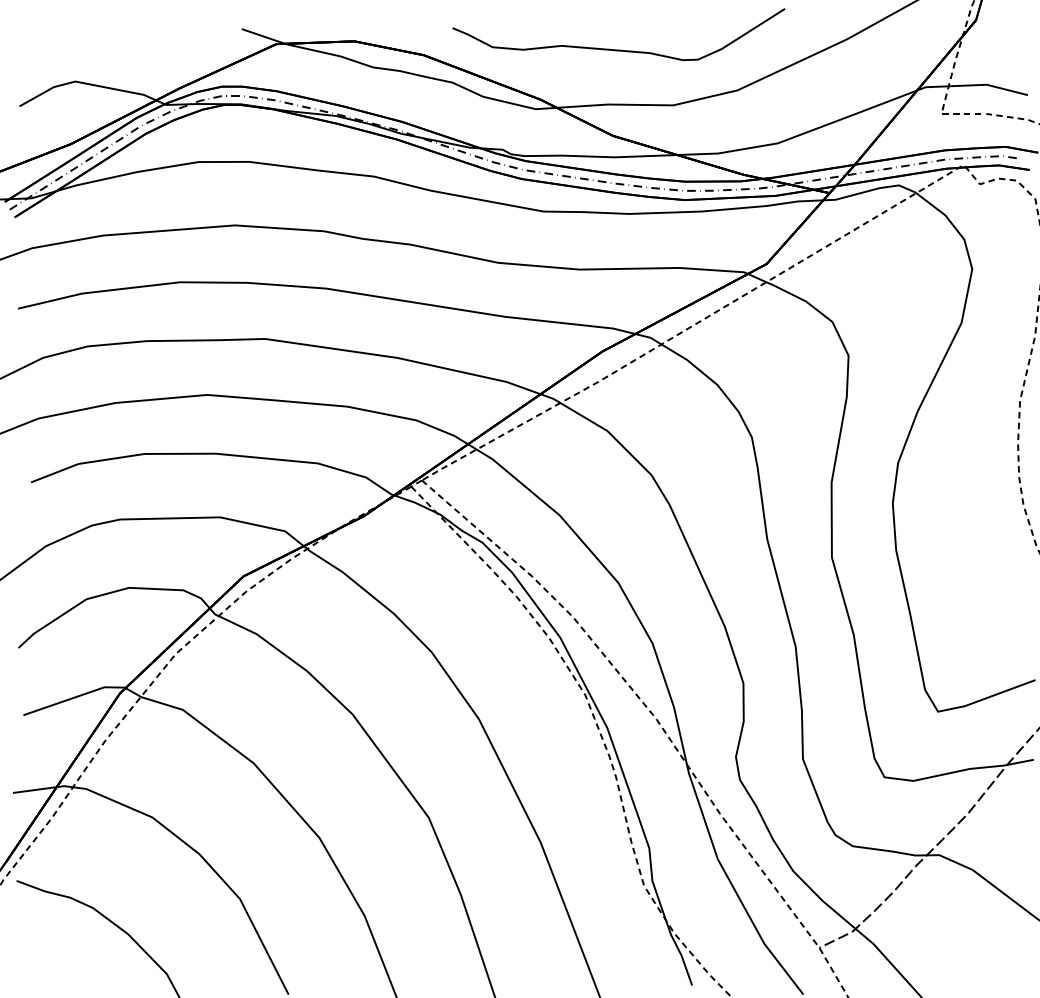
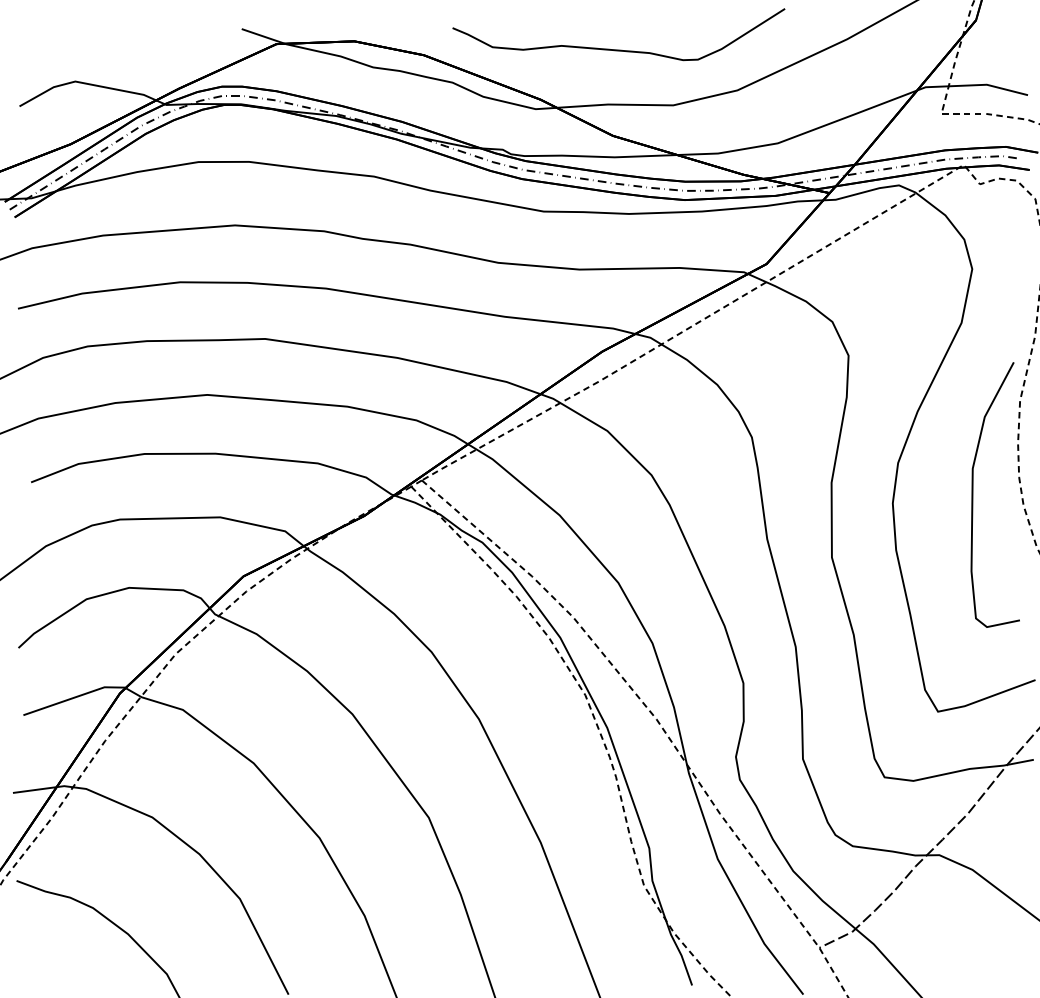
curve at (973, 494): none -> present
